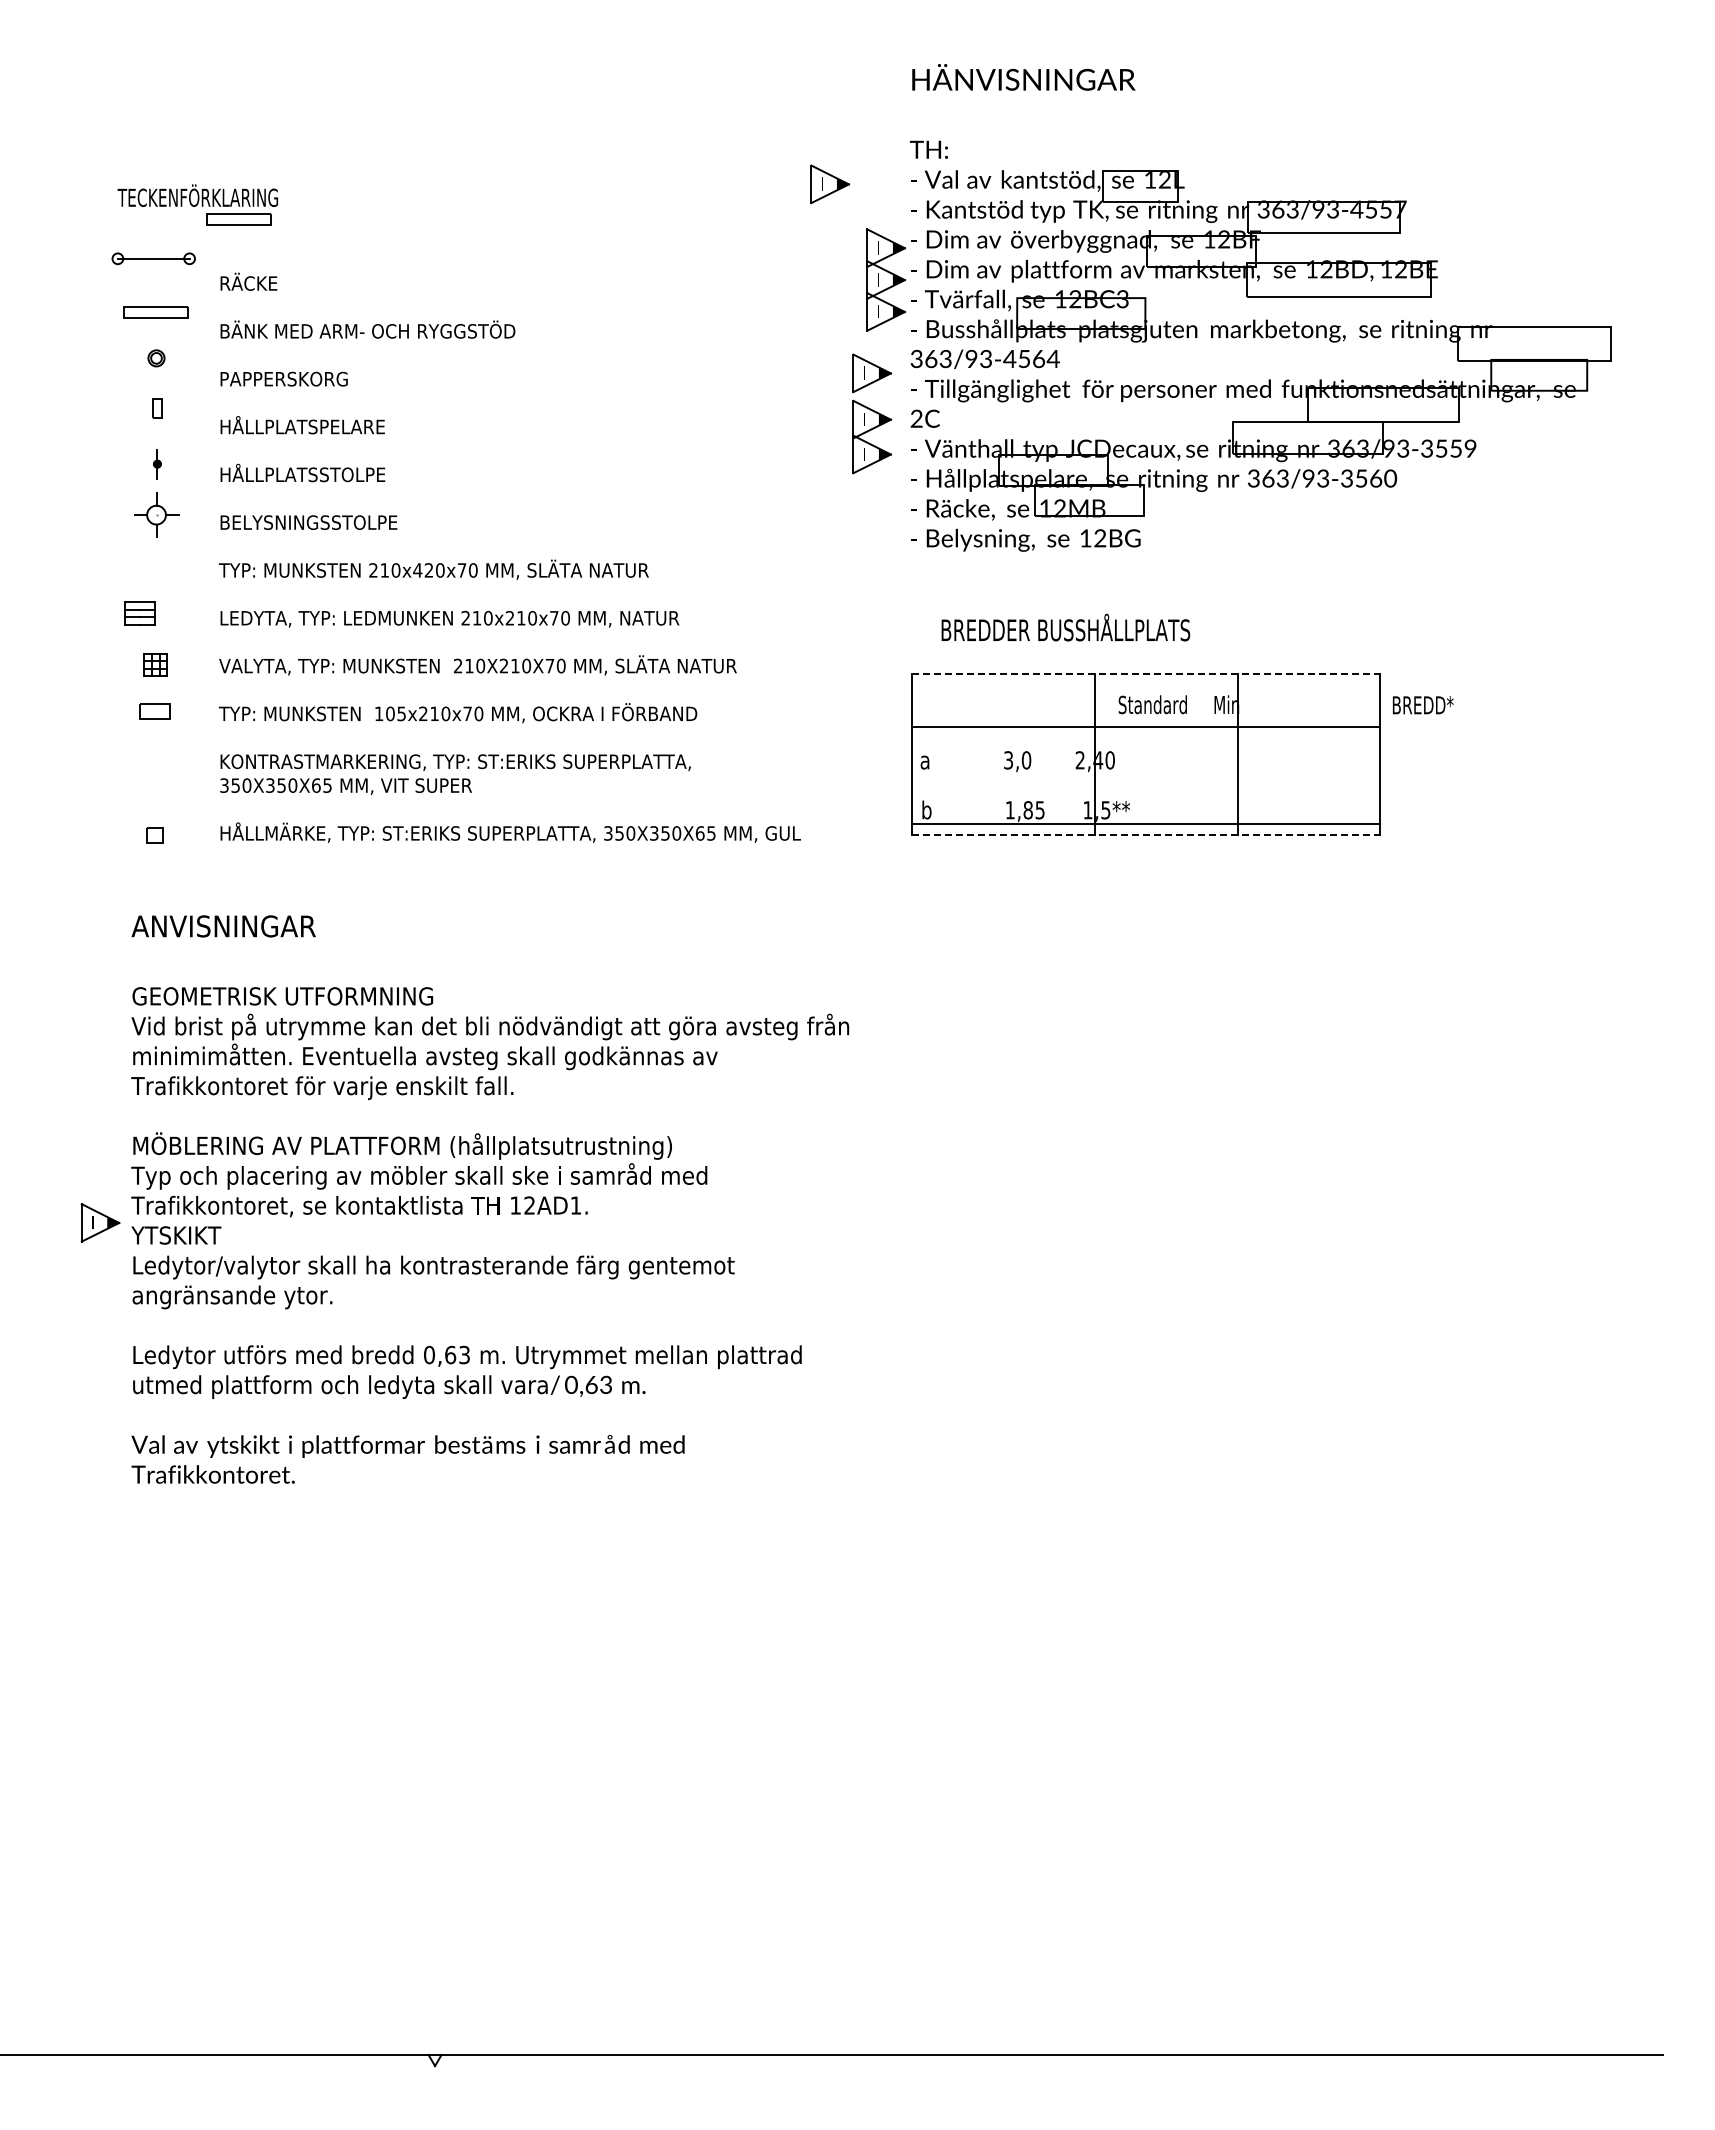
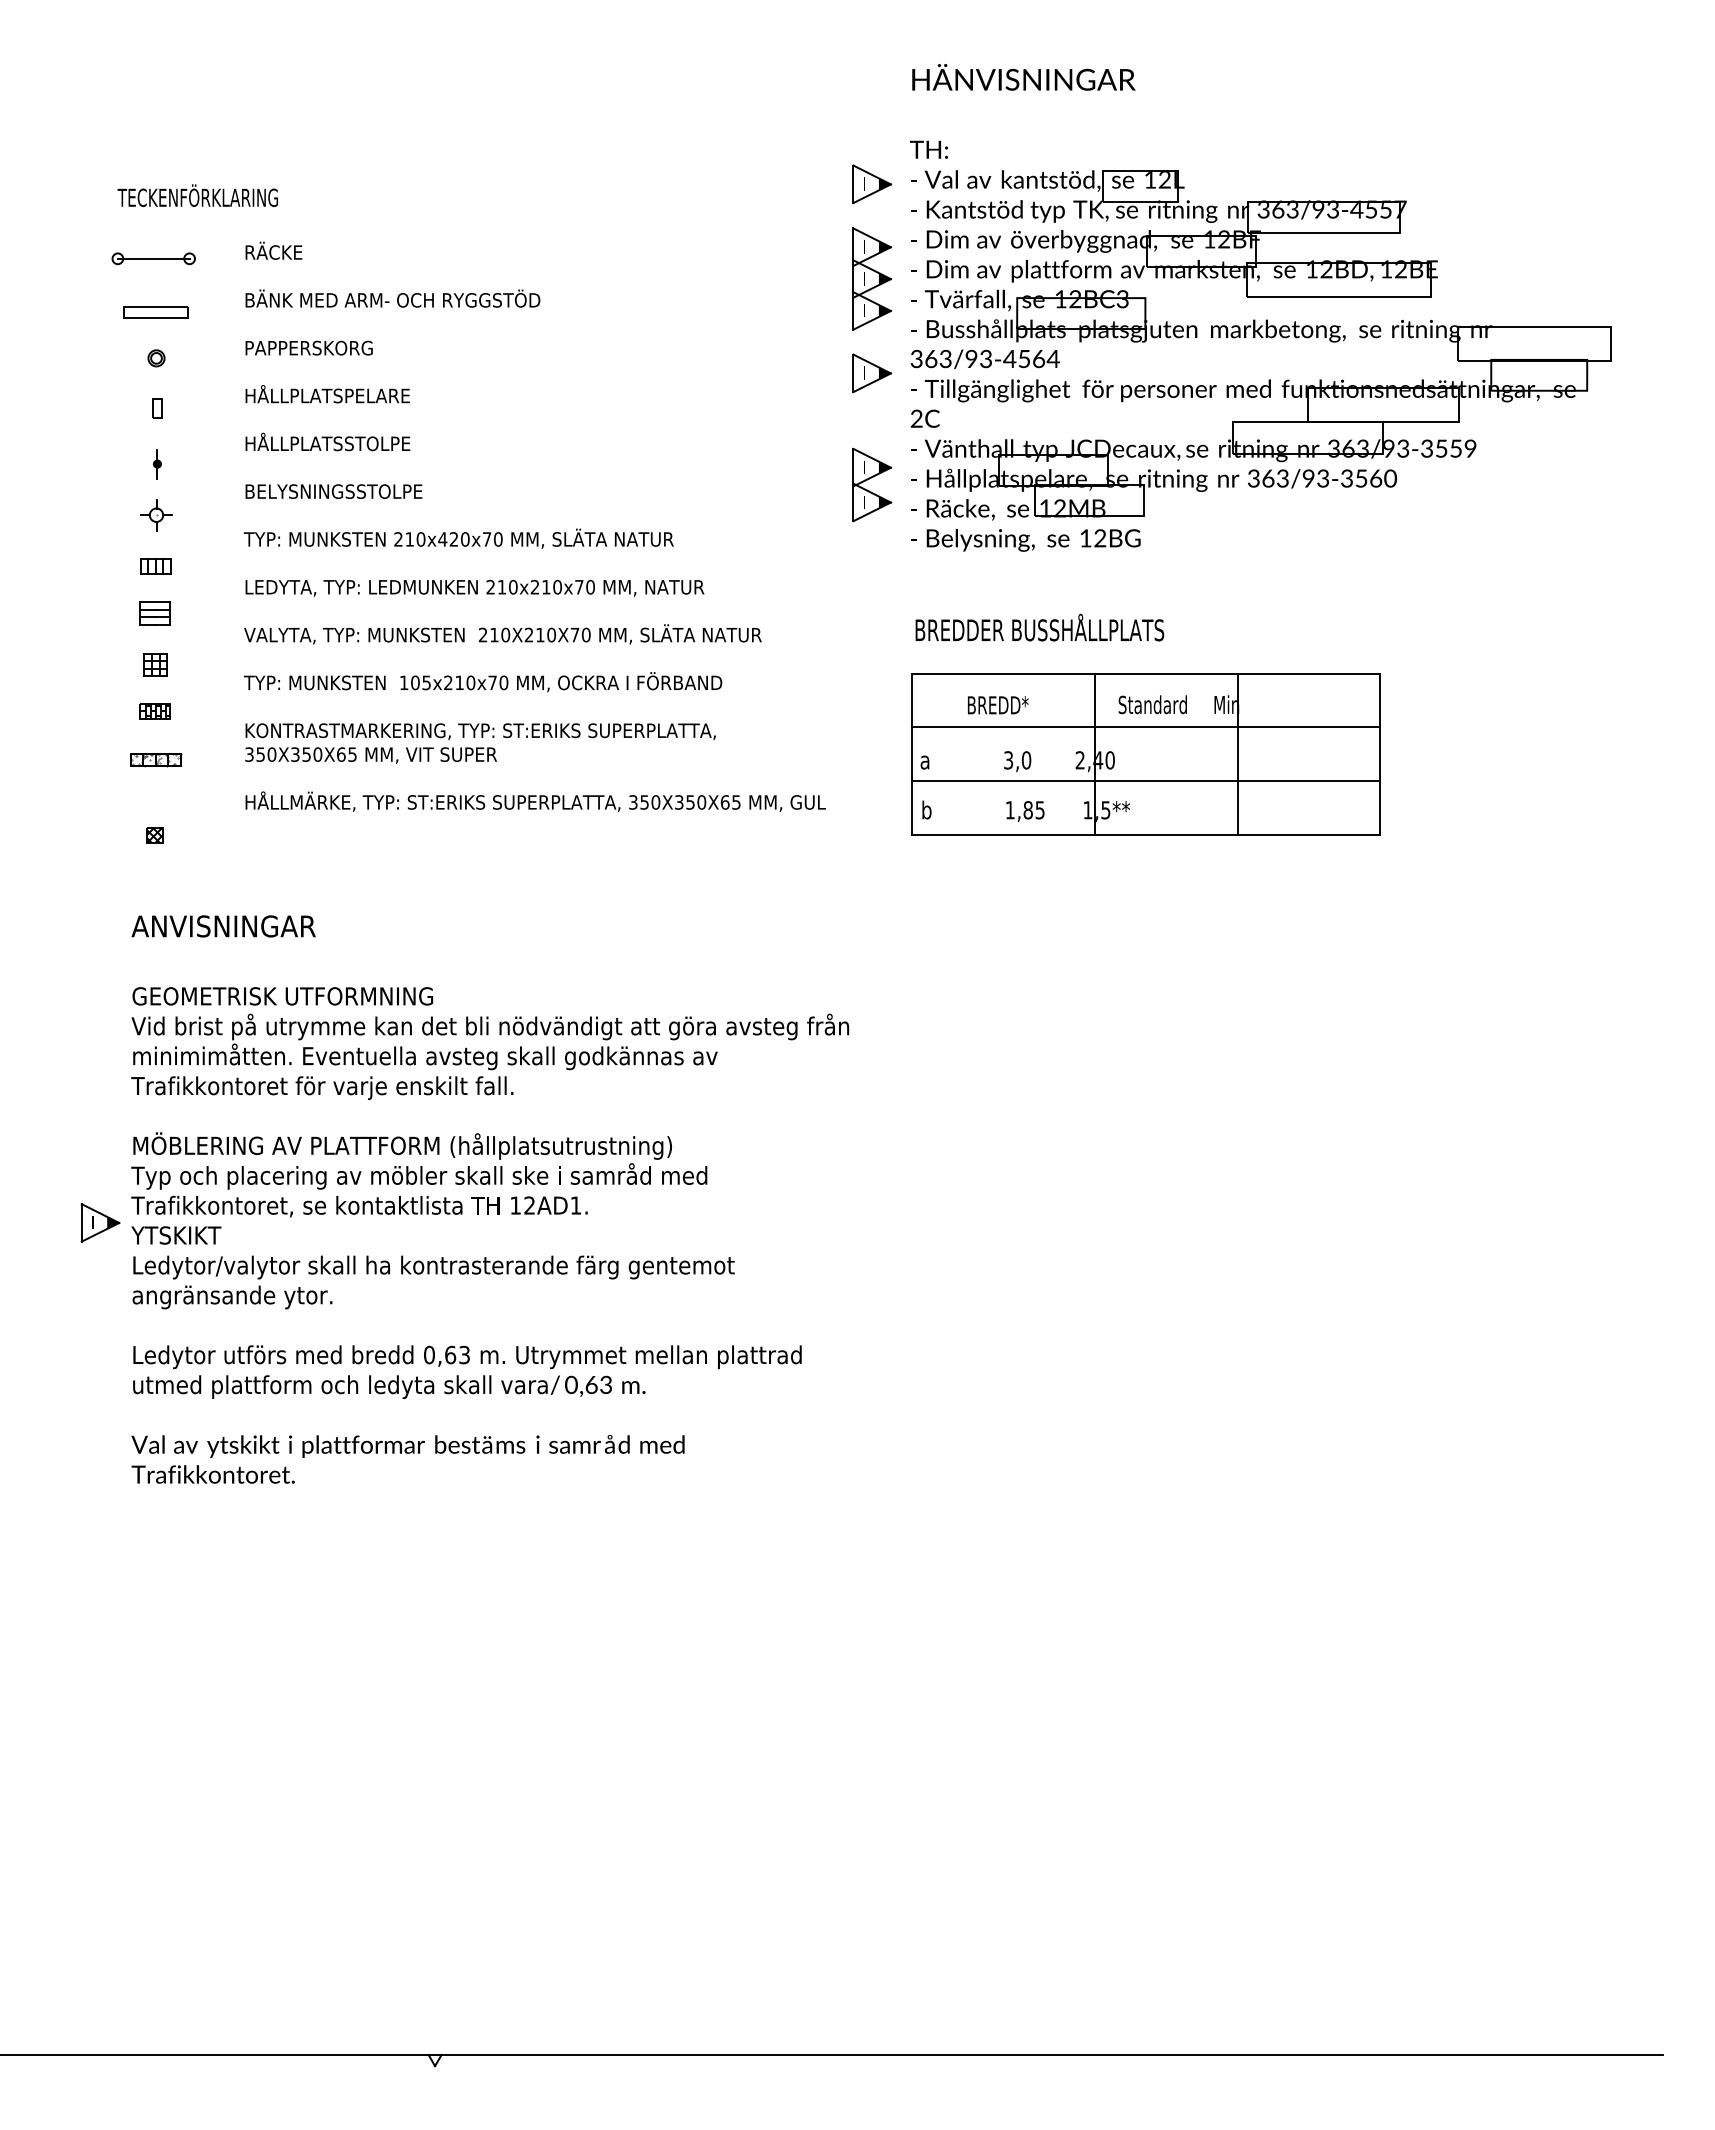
part at (829, 184) position: (829, 184) -> (871, 184)
part at (238, 219): present -> none
part at (885, 279) position: (885, 279) -> (871, 278)
part at (872, 436) position: (872, 436) -> (872, 484)
part at (156, 514) size: 46x46 px -> 33x33 px
text at (509, 557) position: (509, 557) -> (534, 526)
part at (155, 566): none -> present
part at (139, 613) position: (139, 613) -> (154, 613)
text at (1065, 627) position: (1065, 627) -> (1039, 627)
line at (1146, 673): dashed -> solid
text at (1423, 705) position: (1423, 705) -> (998, 705)
hatch at (155, 710): none -> present
part at (156, 760): none -> present
line at (1146, 824) position: (1146, 824) -> (1146, 781)
hatch at (154, 834): none -> present
line at (1146, 835): dashed -> solid
